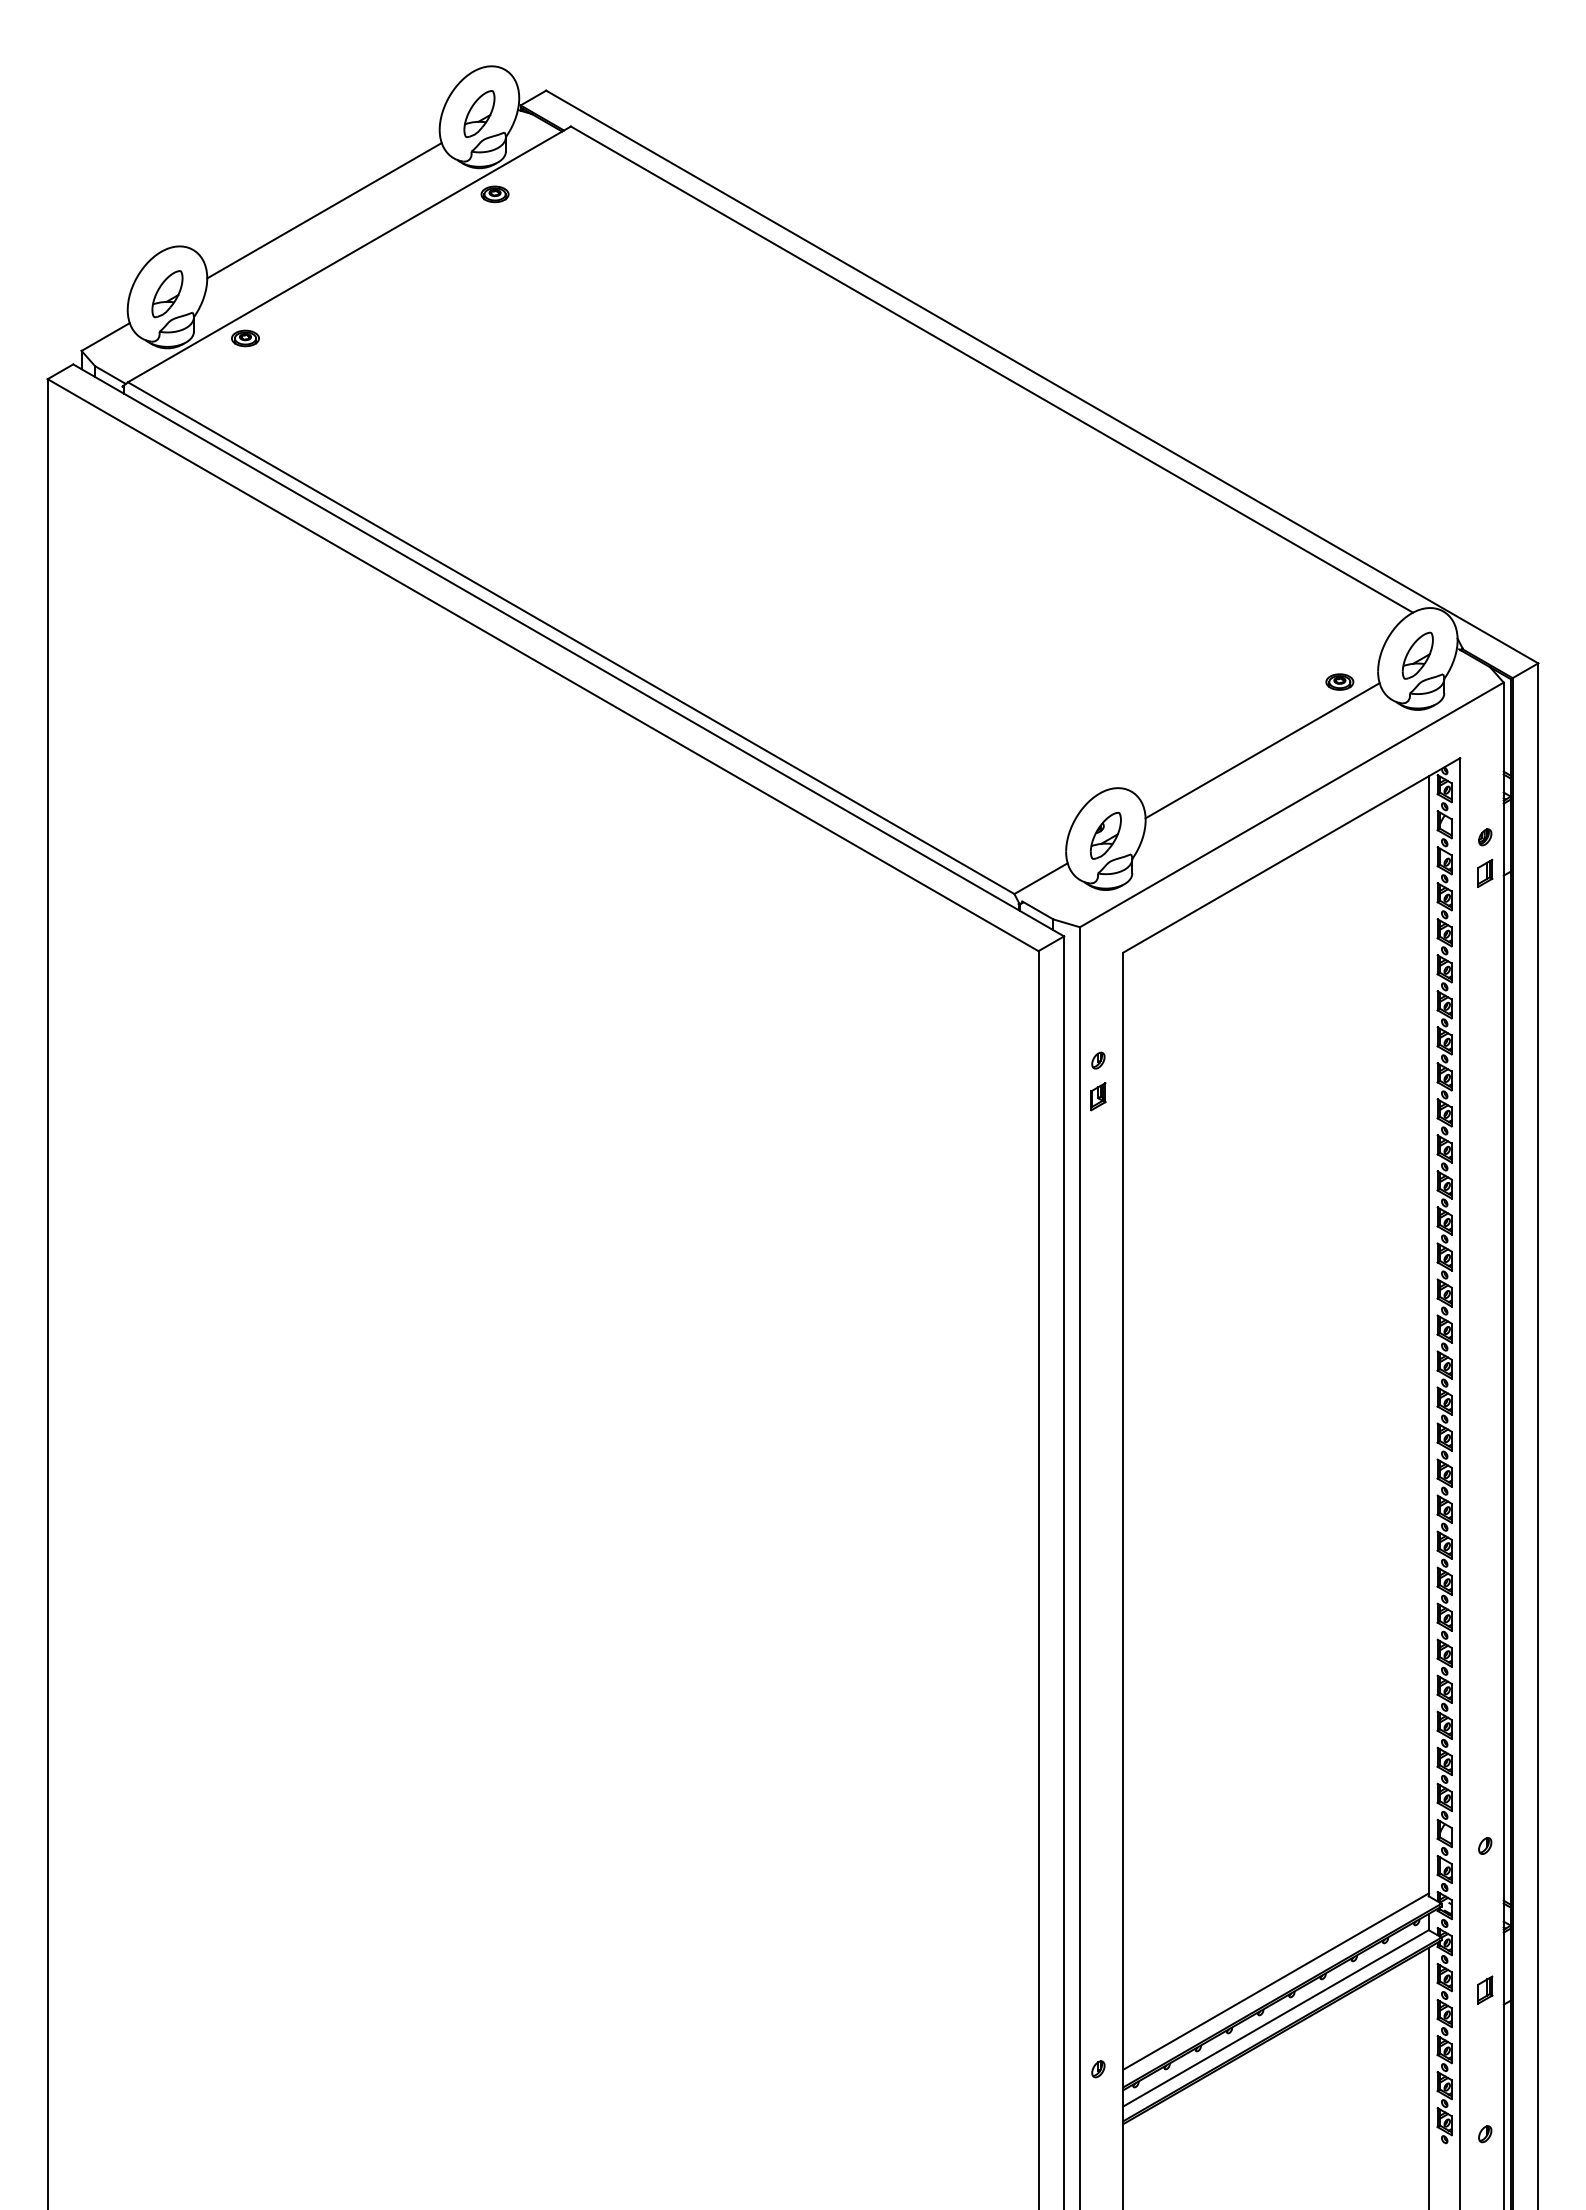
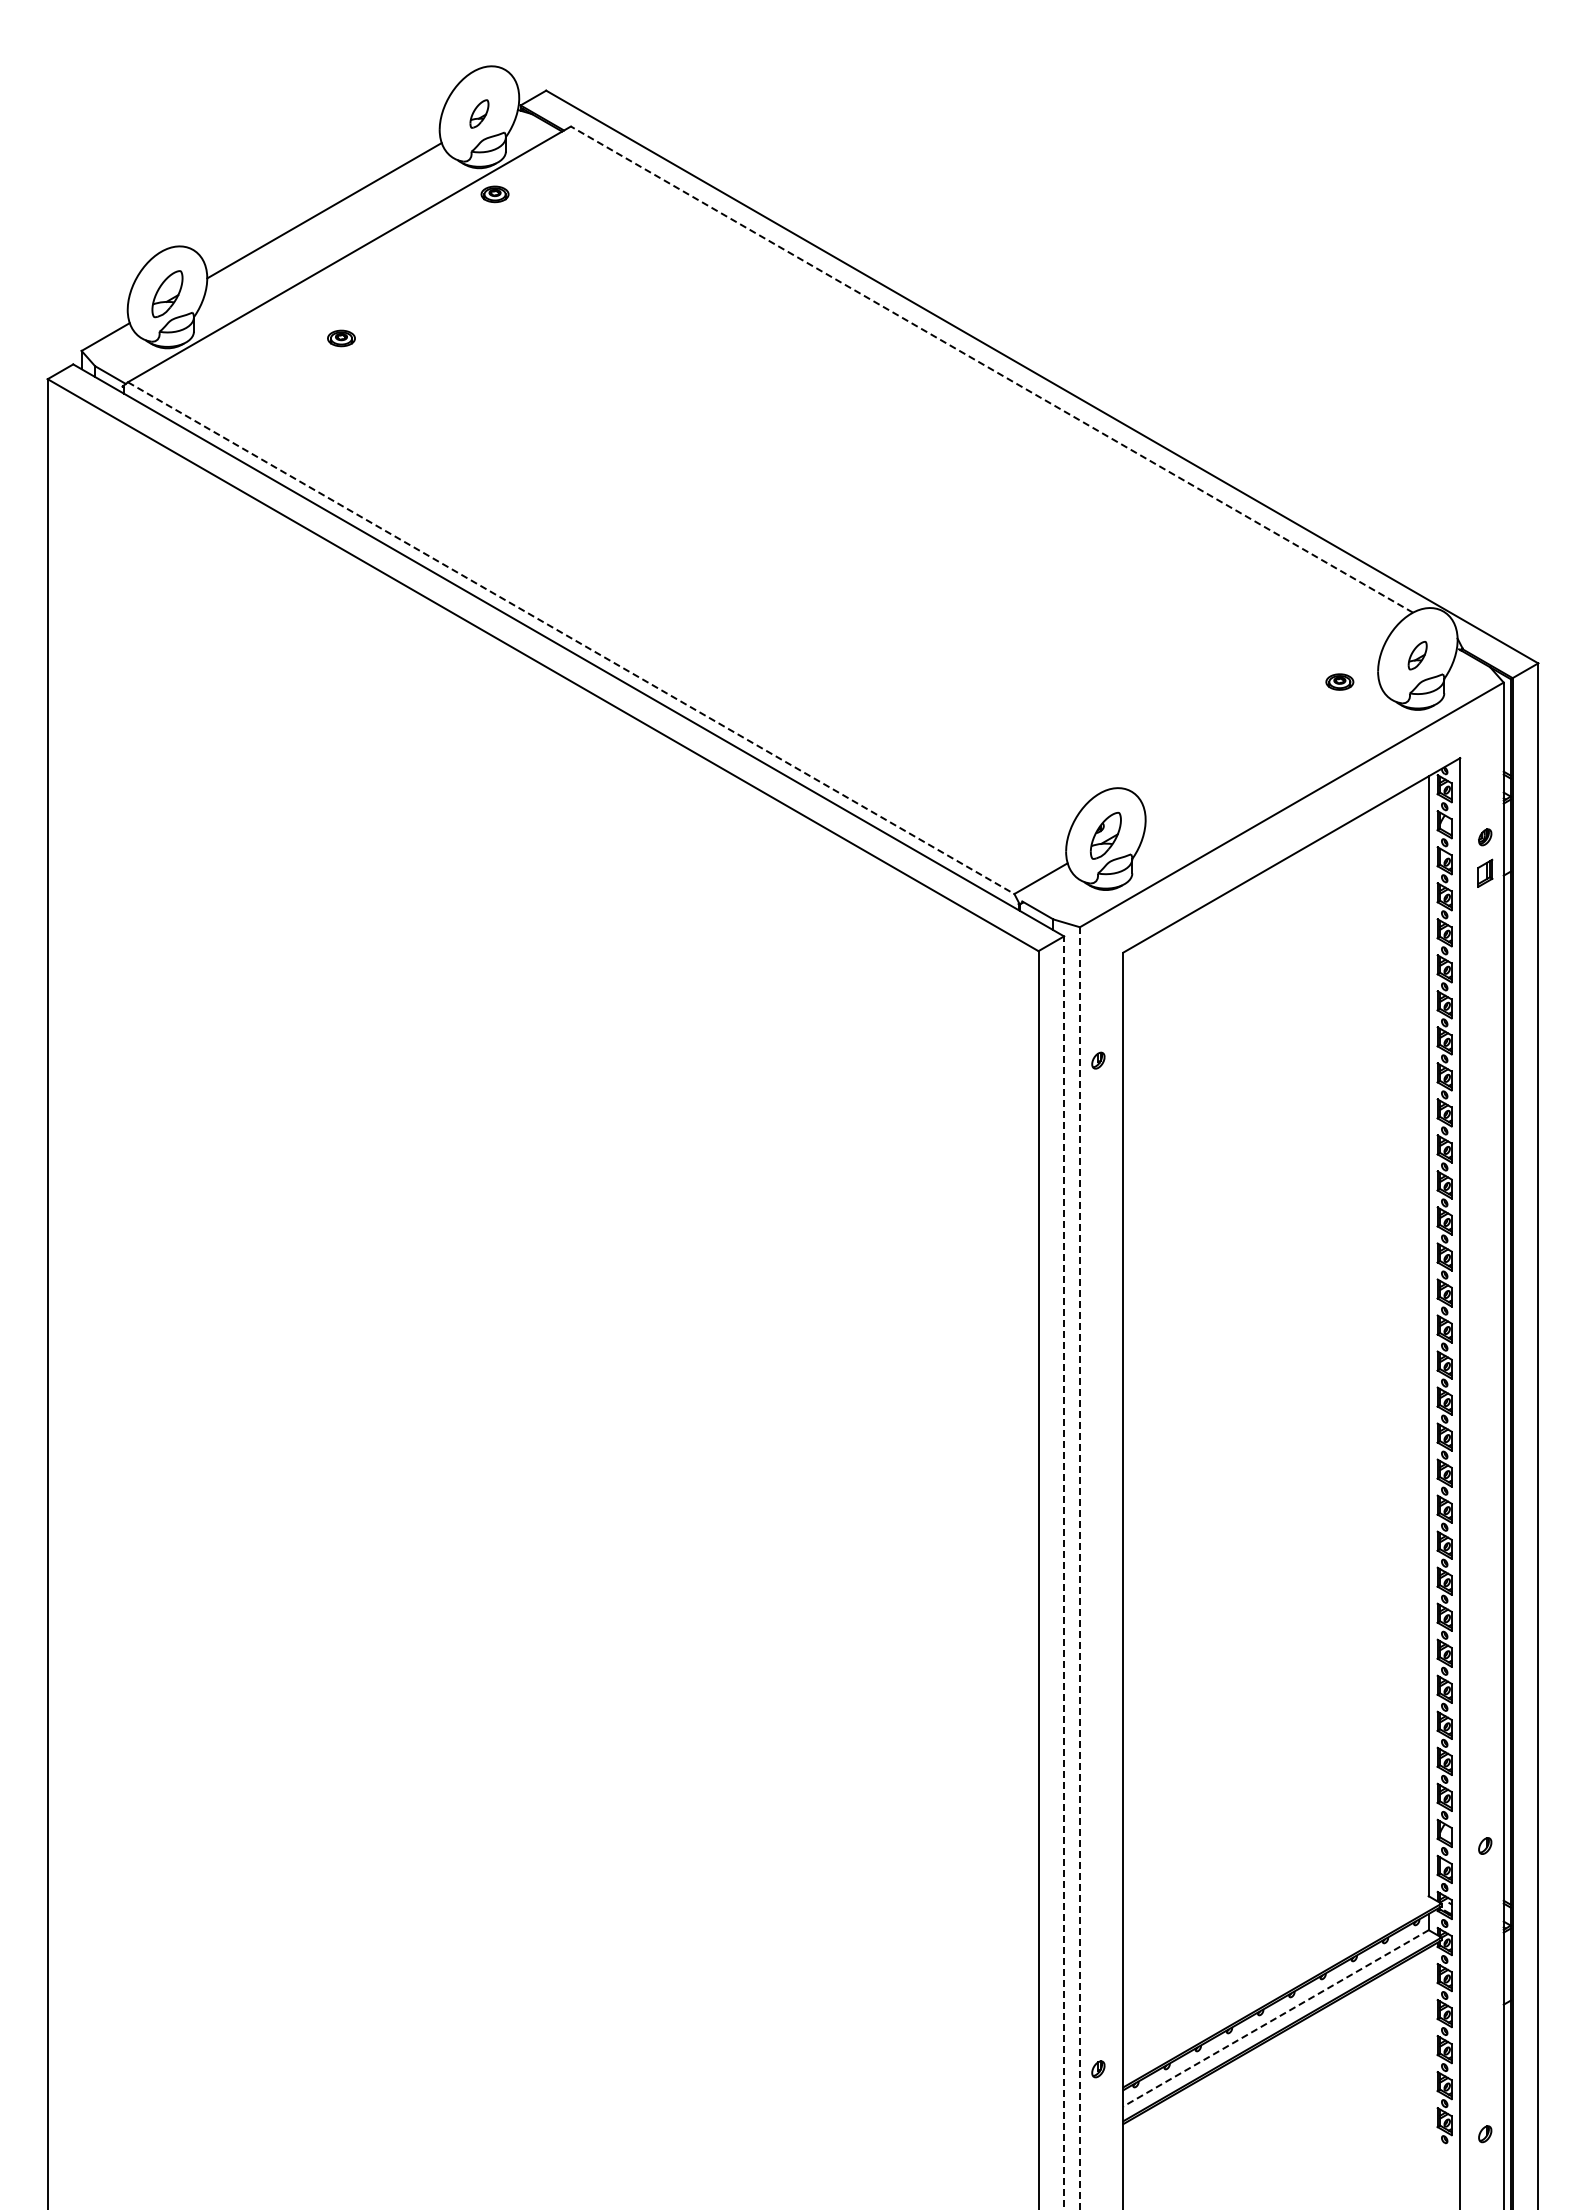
part at (479, 113) size: 33x48 px -> 21x30 px
part at (245, 338) position: (245, 338) -> (341, 338)
line at (991, 369): solid -> dashed
line at (571, 638): solid -> dashed
part at (1417, 655) size: 33x49 px -> 21x30 px
line at (1262, 750): present -> none
part at (1098, 1096): present -> none
line at (1079, 1568): solid -> dashed
line at (1064, 1572): solid -> dashed
line at (1276, 1981): present -> none
part at (1485, 1989): present -> none
line at (1275, 2018): solid -> dashed
line at (1429, 2076): present -> none
